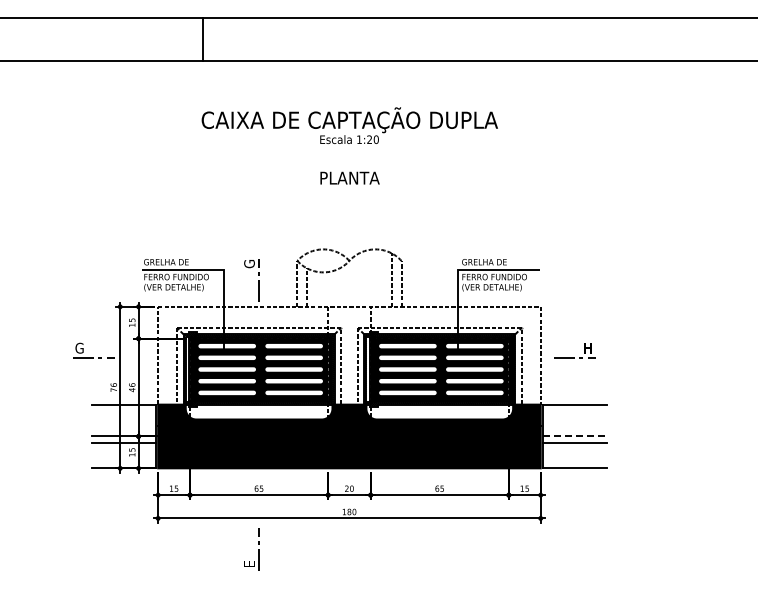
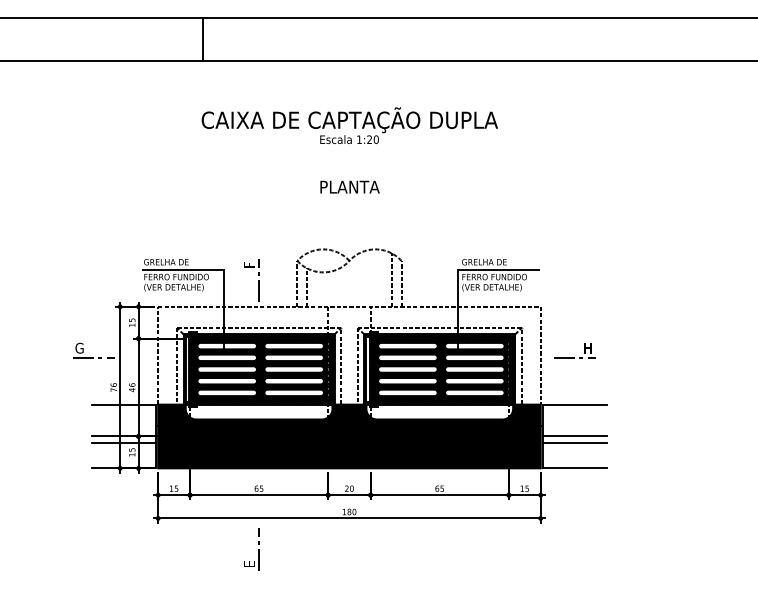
text at (349, 177) position: (349, 177) -> (349, 186)
text at (249, 264): G -> F
line at (574, 436): dashed -> solid
